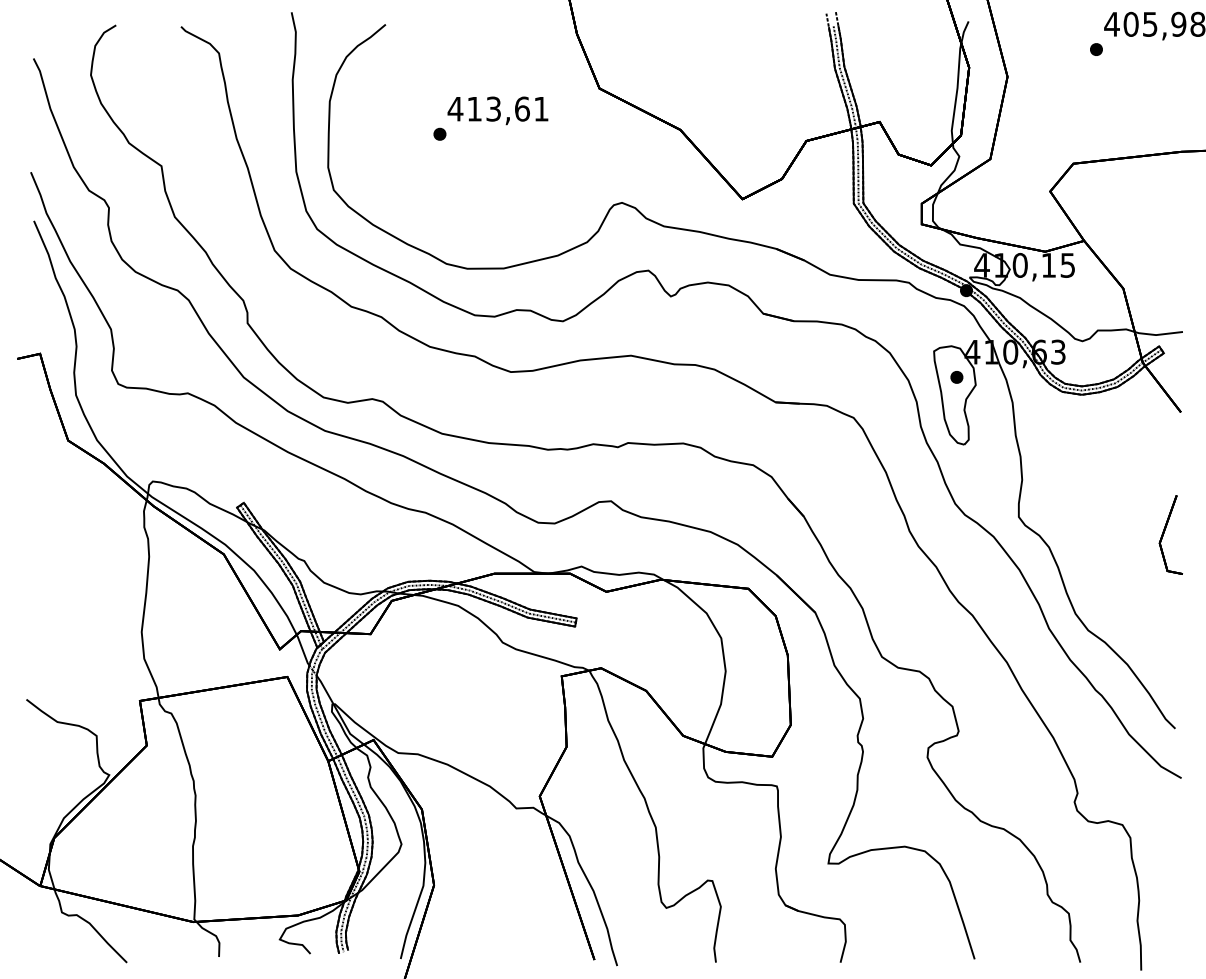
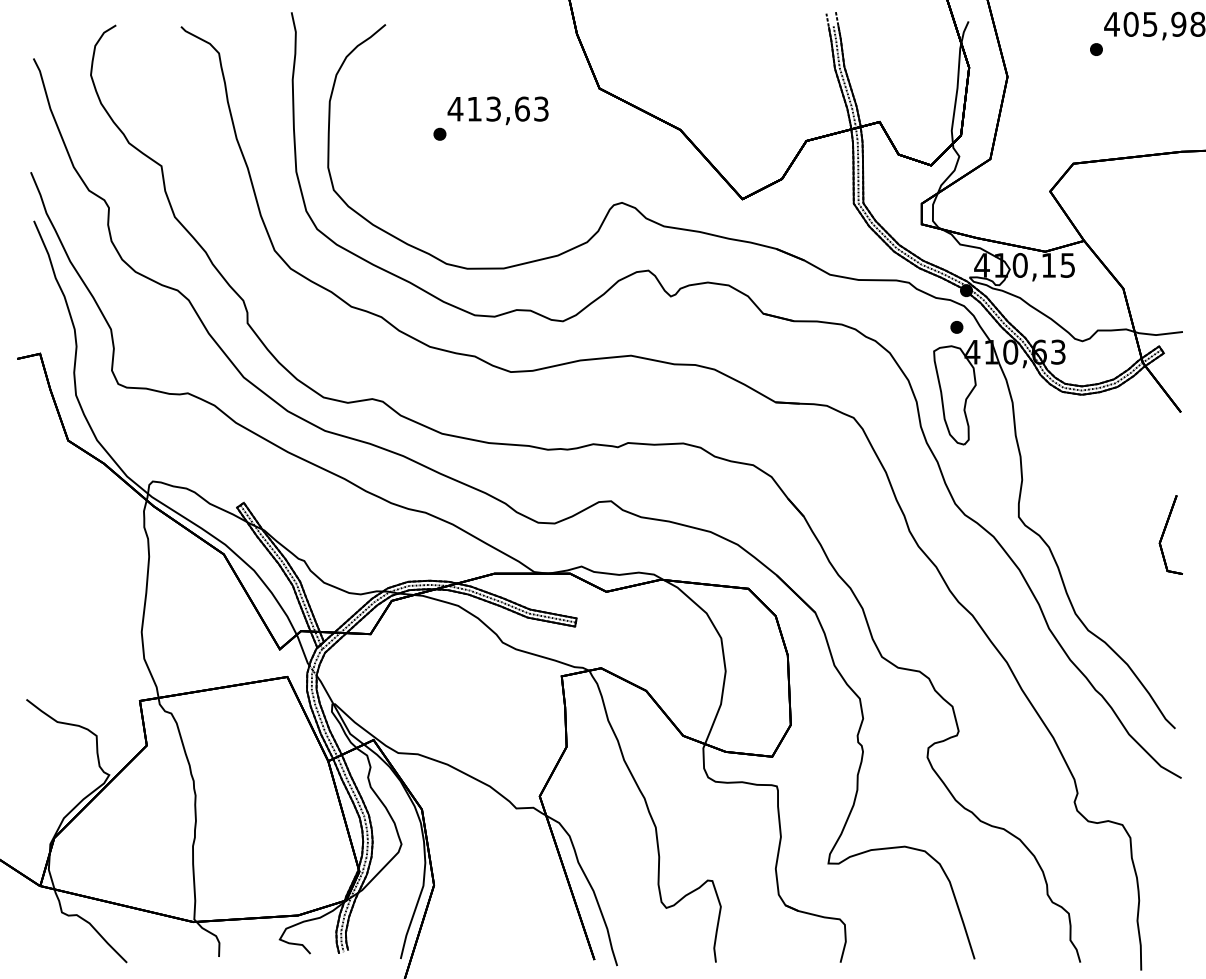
text at (541, 108): 413,61 -> 413,63
part at (956, 377) position: (956, 377) -> (956, 327)
